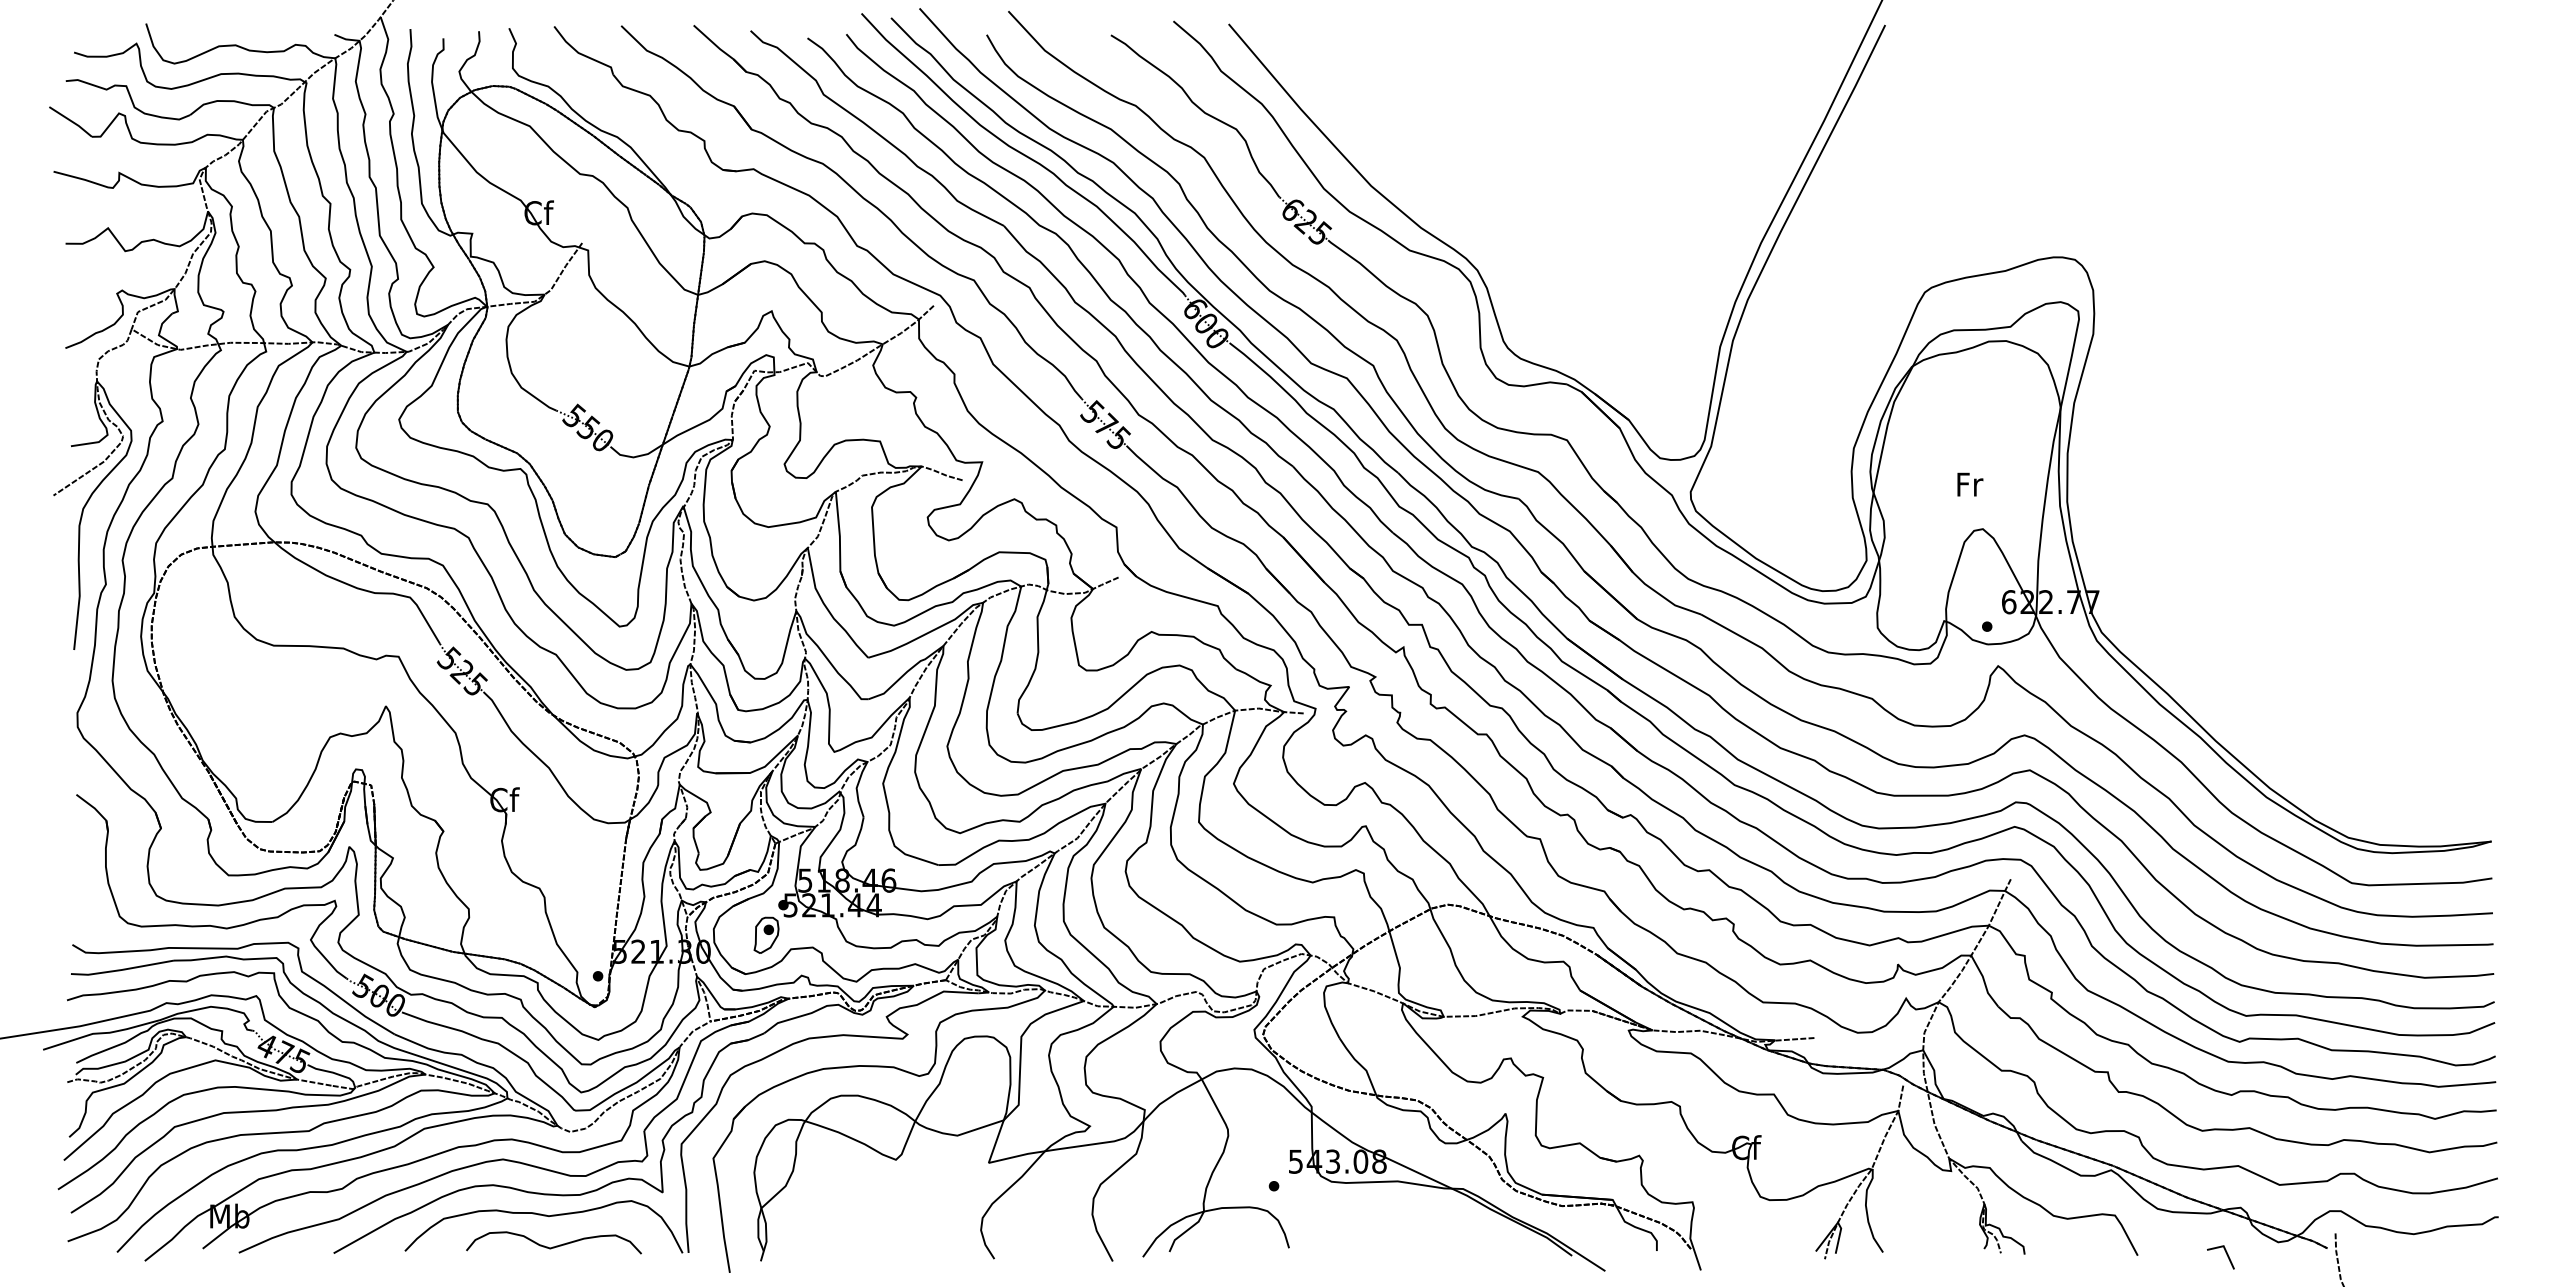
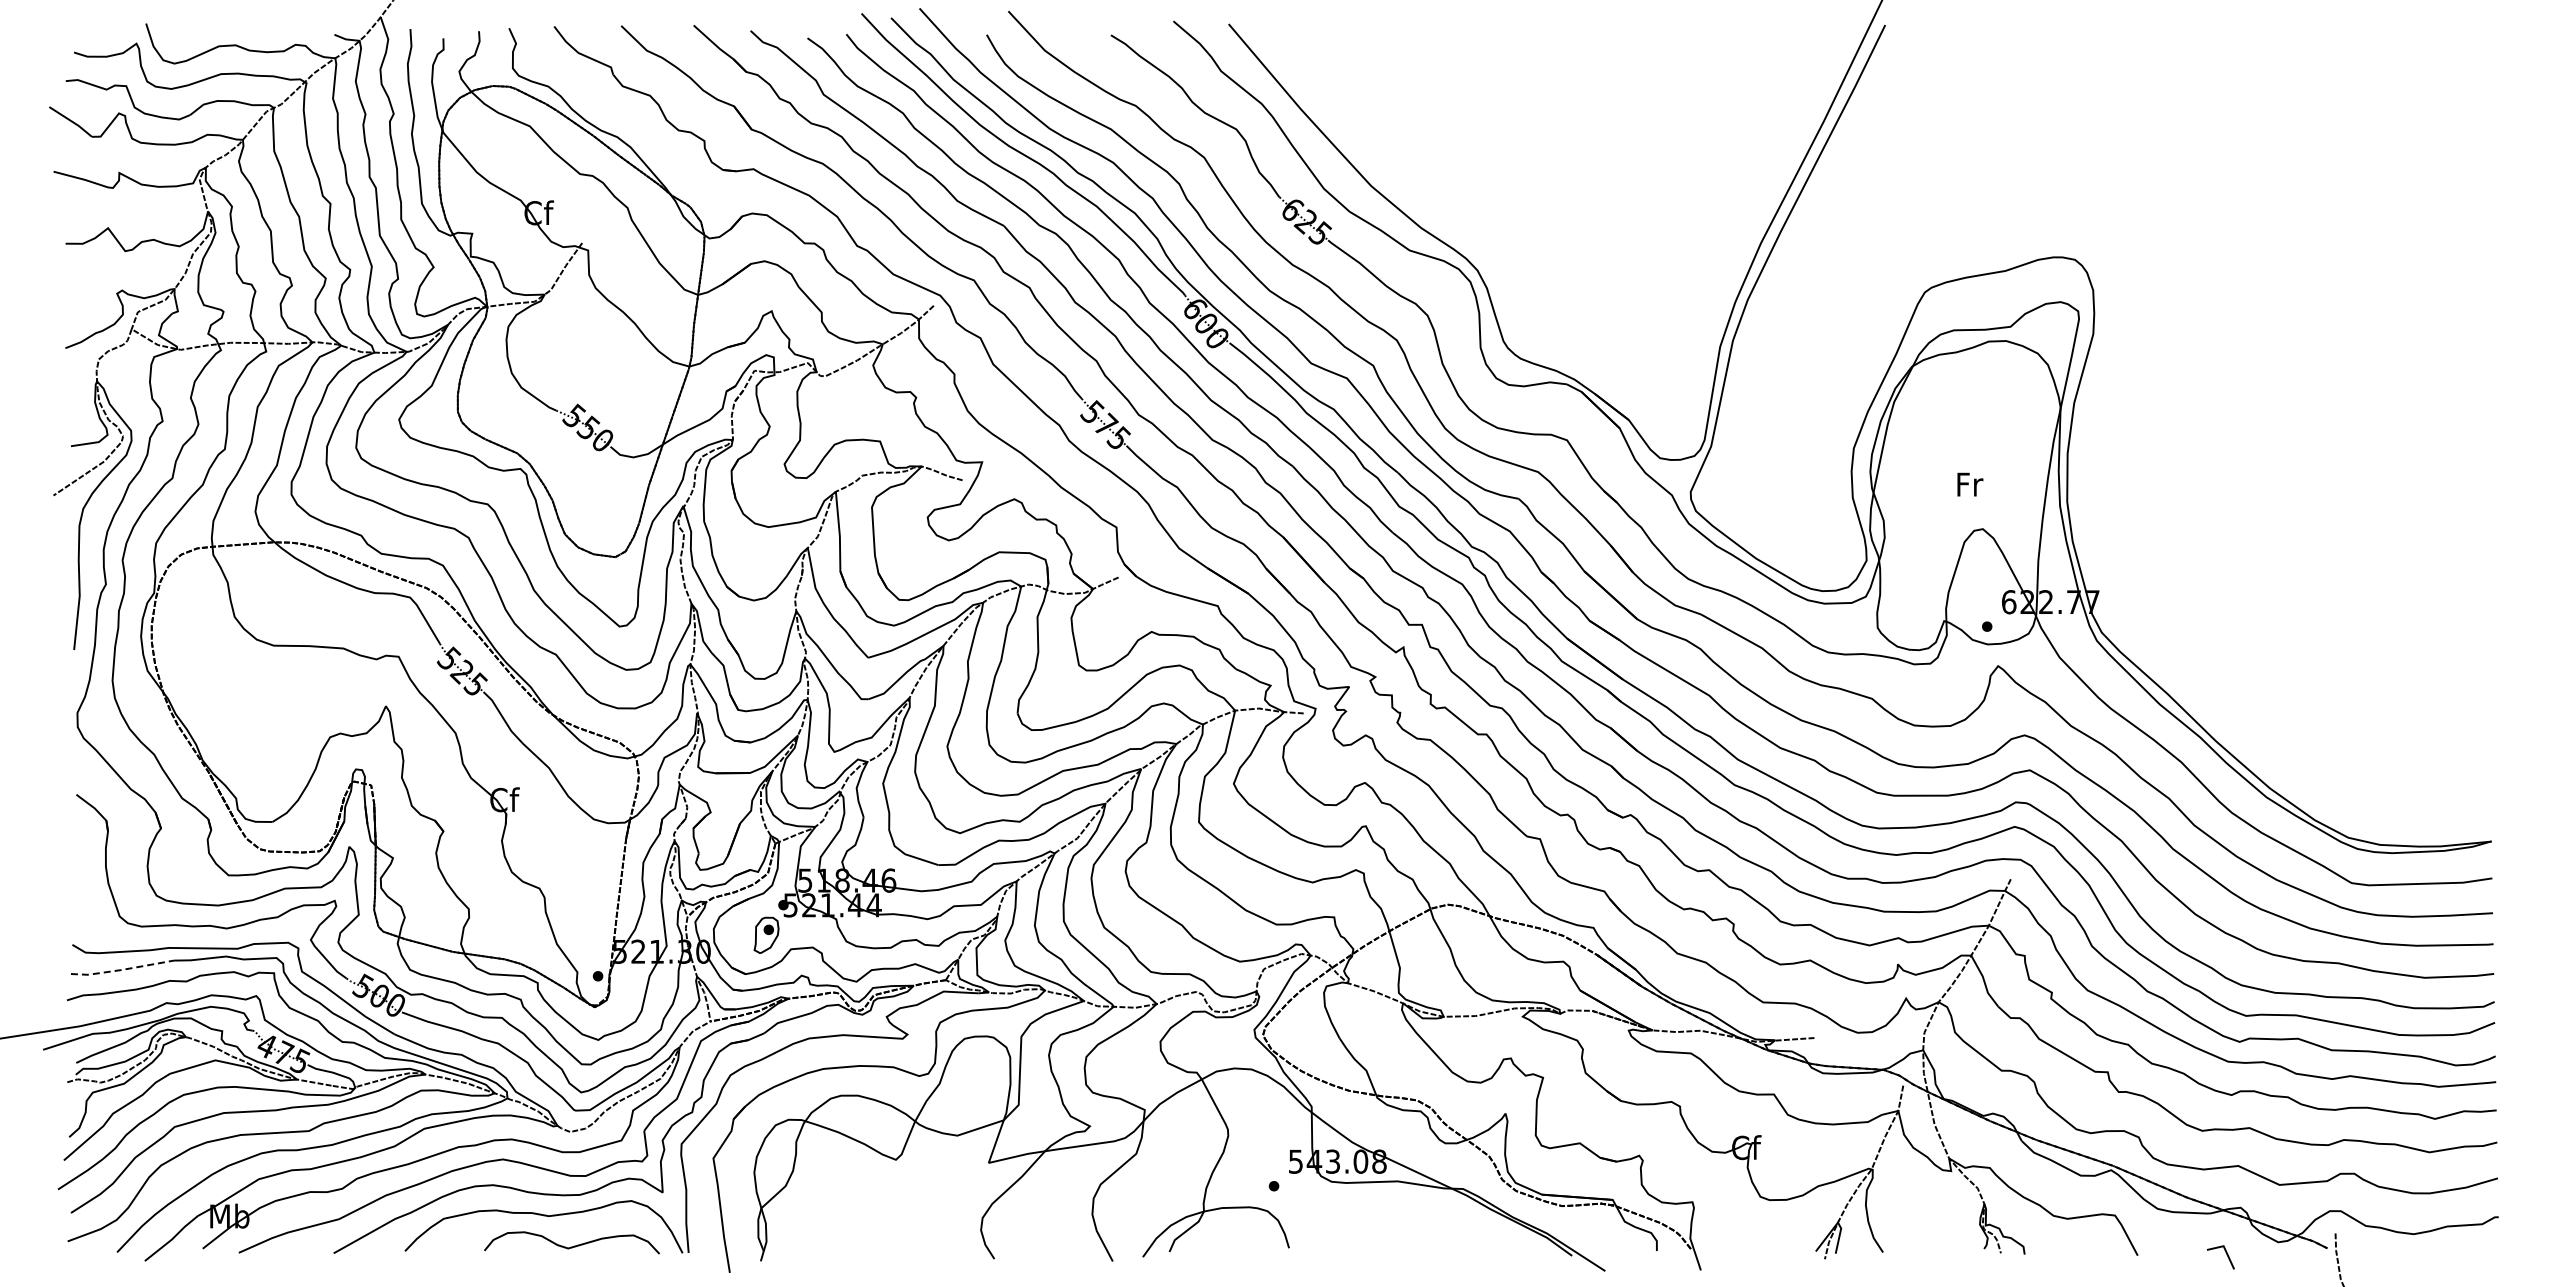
line at (121, 970): solid -> dashed
curve at (553, 1246) position: (553, 1246) -> (571, 1246)
